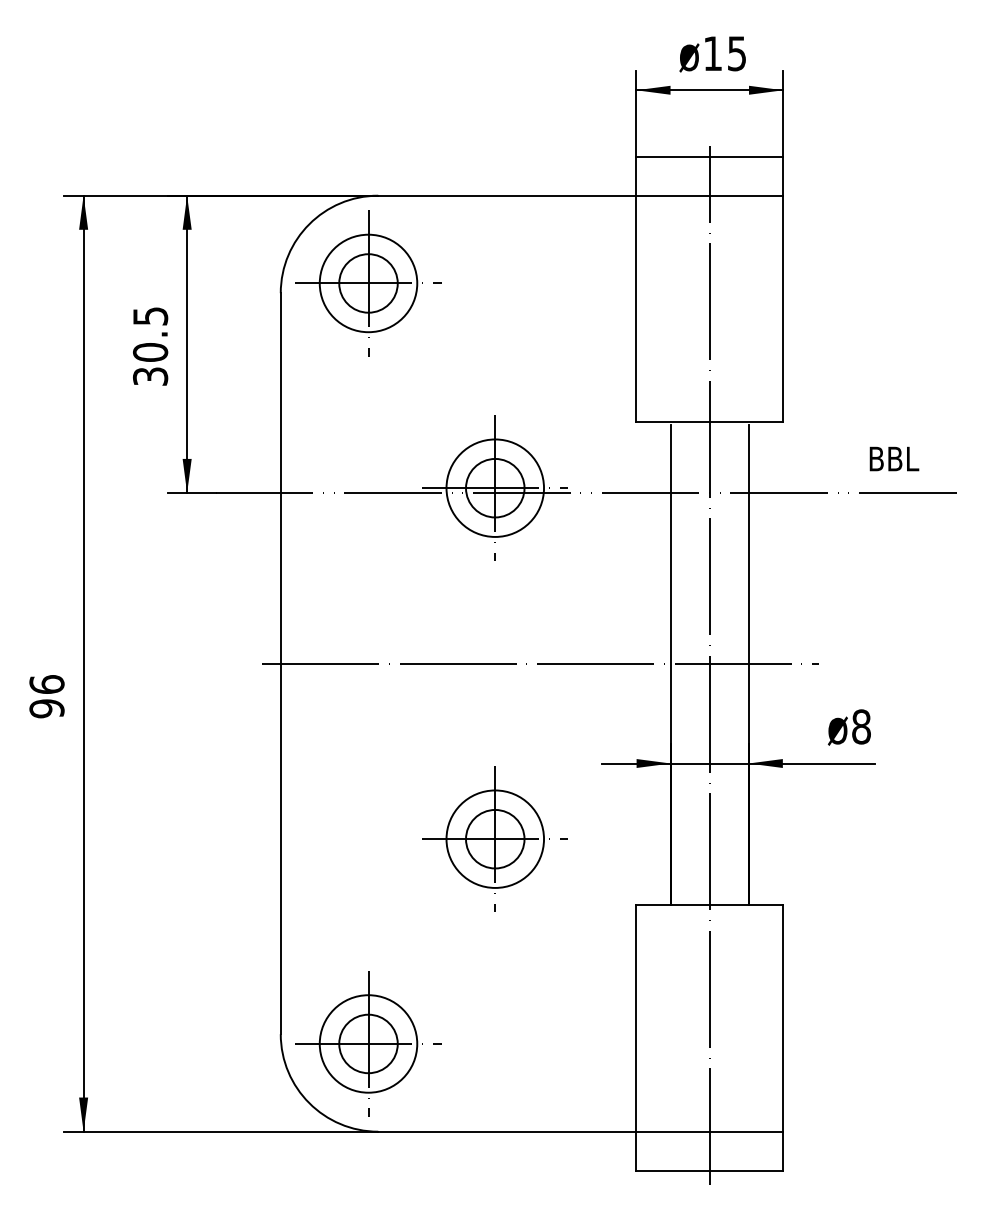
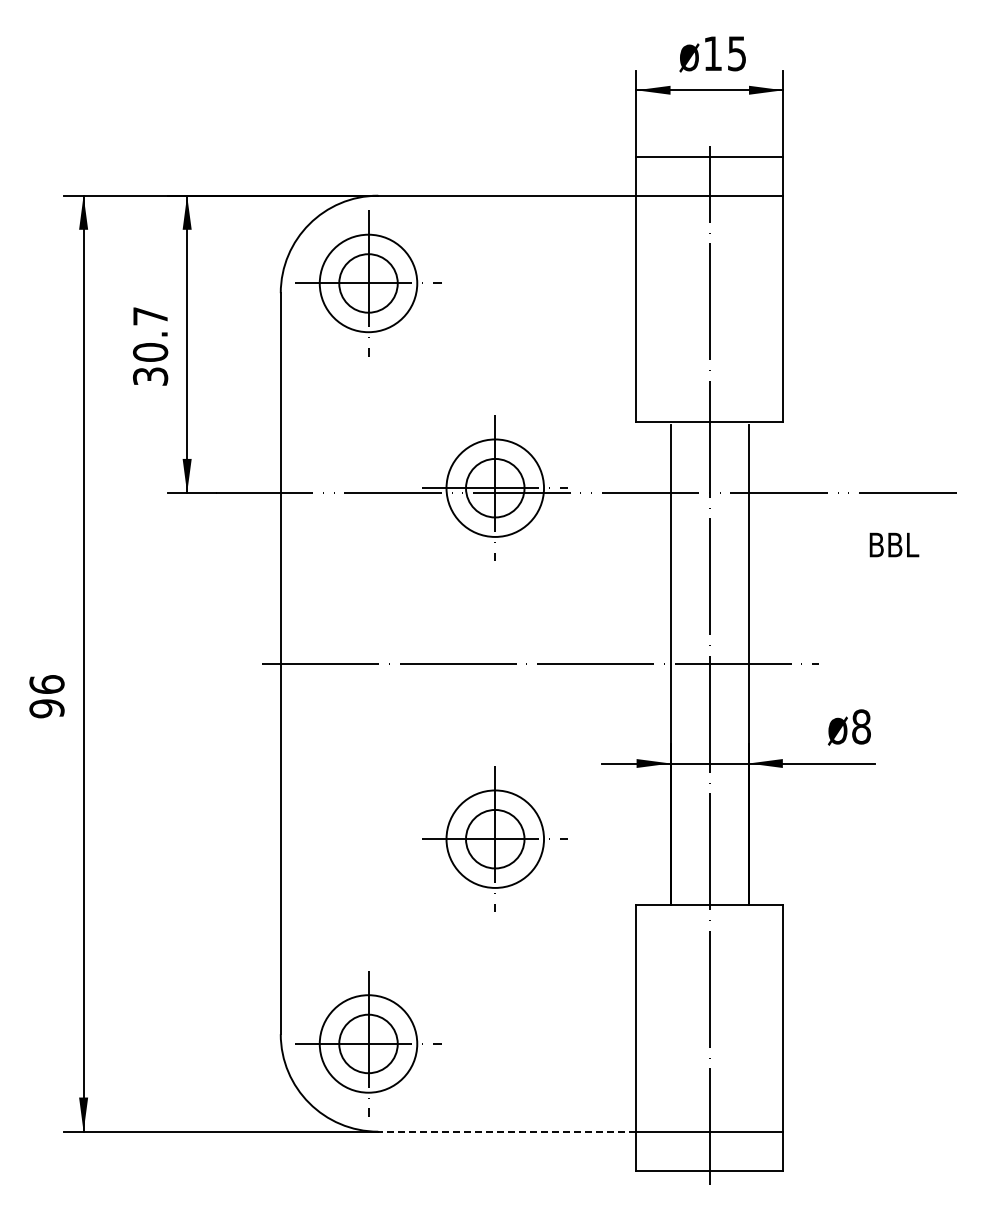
text at (150, 316): 30.5 -> 30.7
text at (894, 458) position: (894, 458) -> (894, 544)
line at (506, 1131): solid -> dashed
